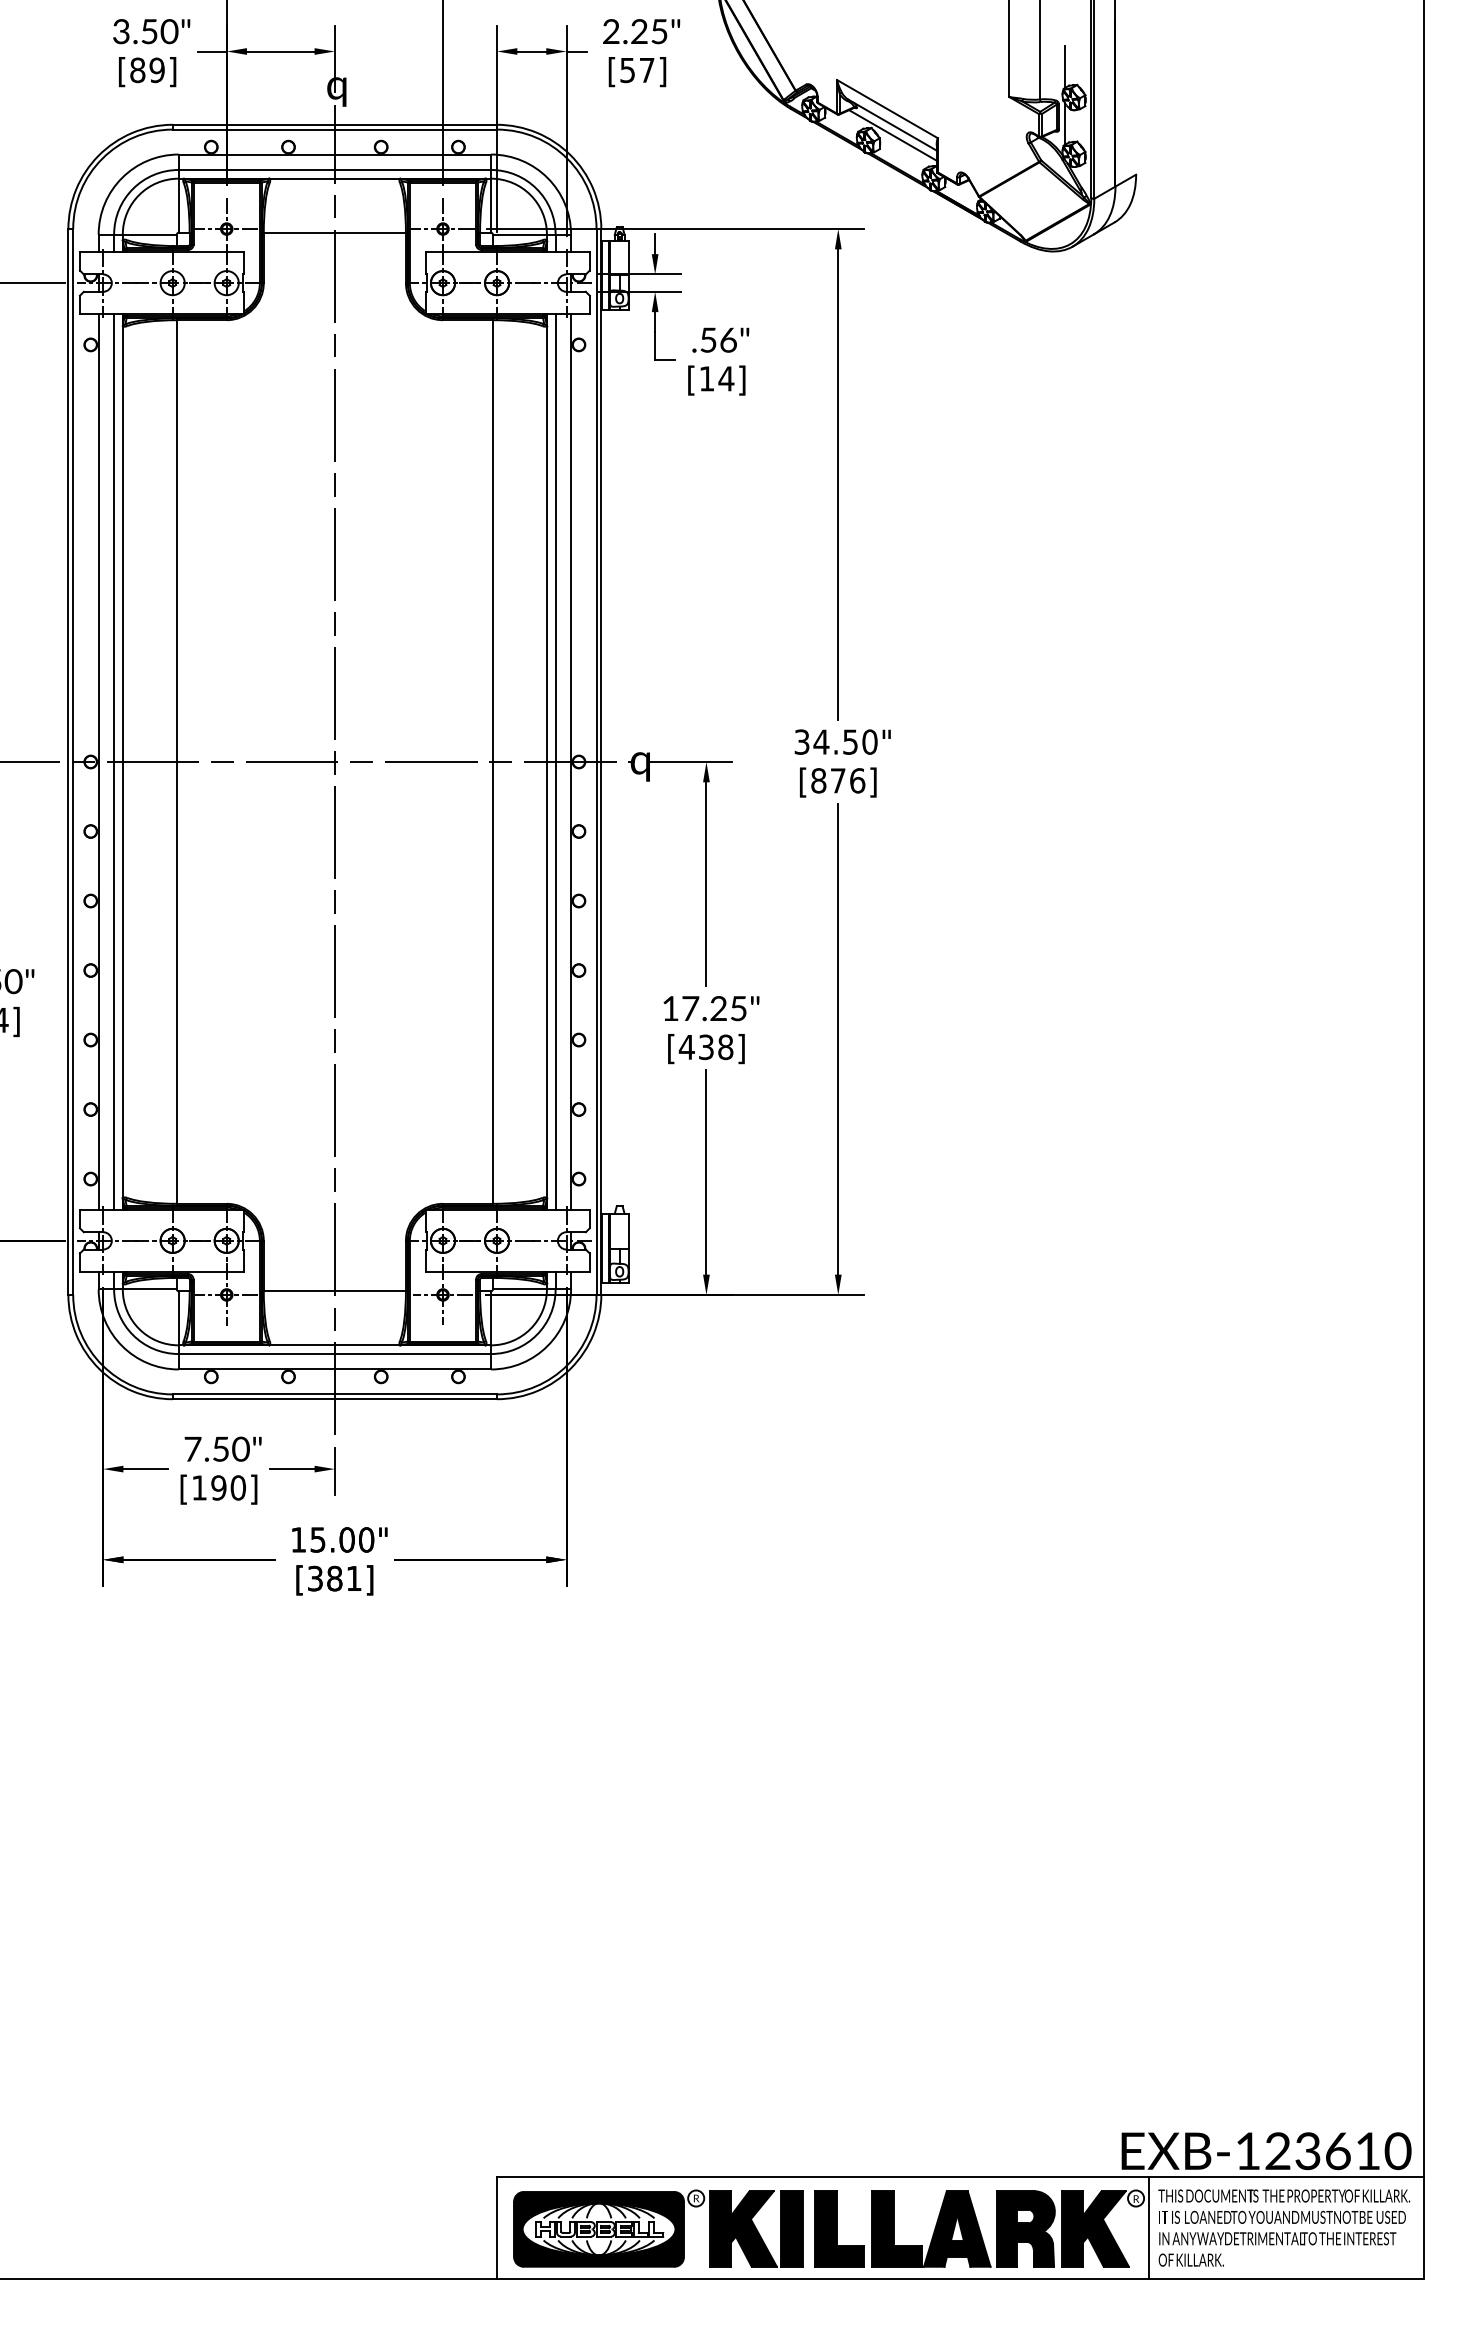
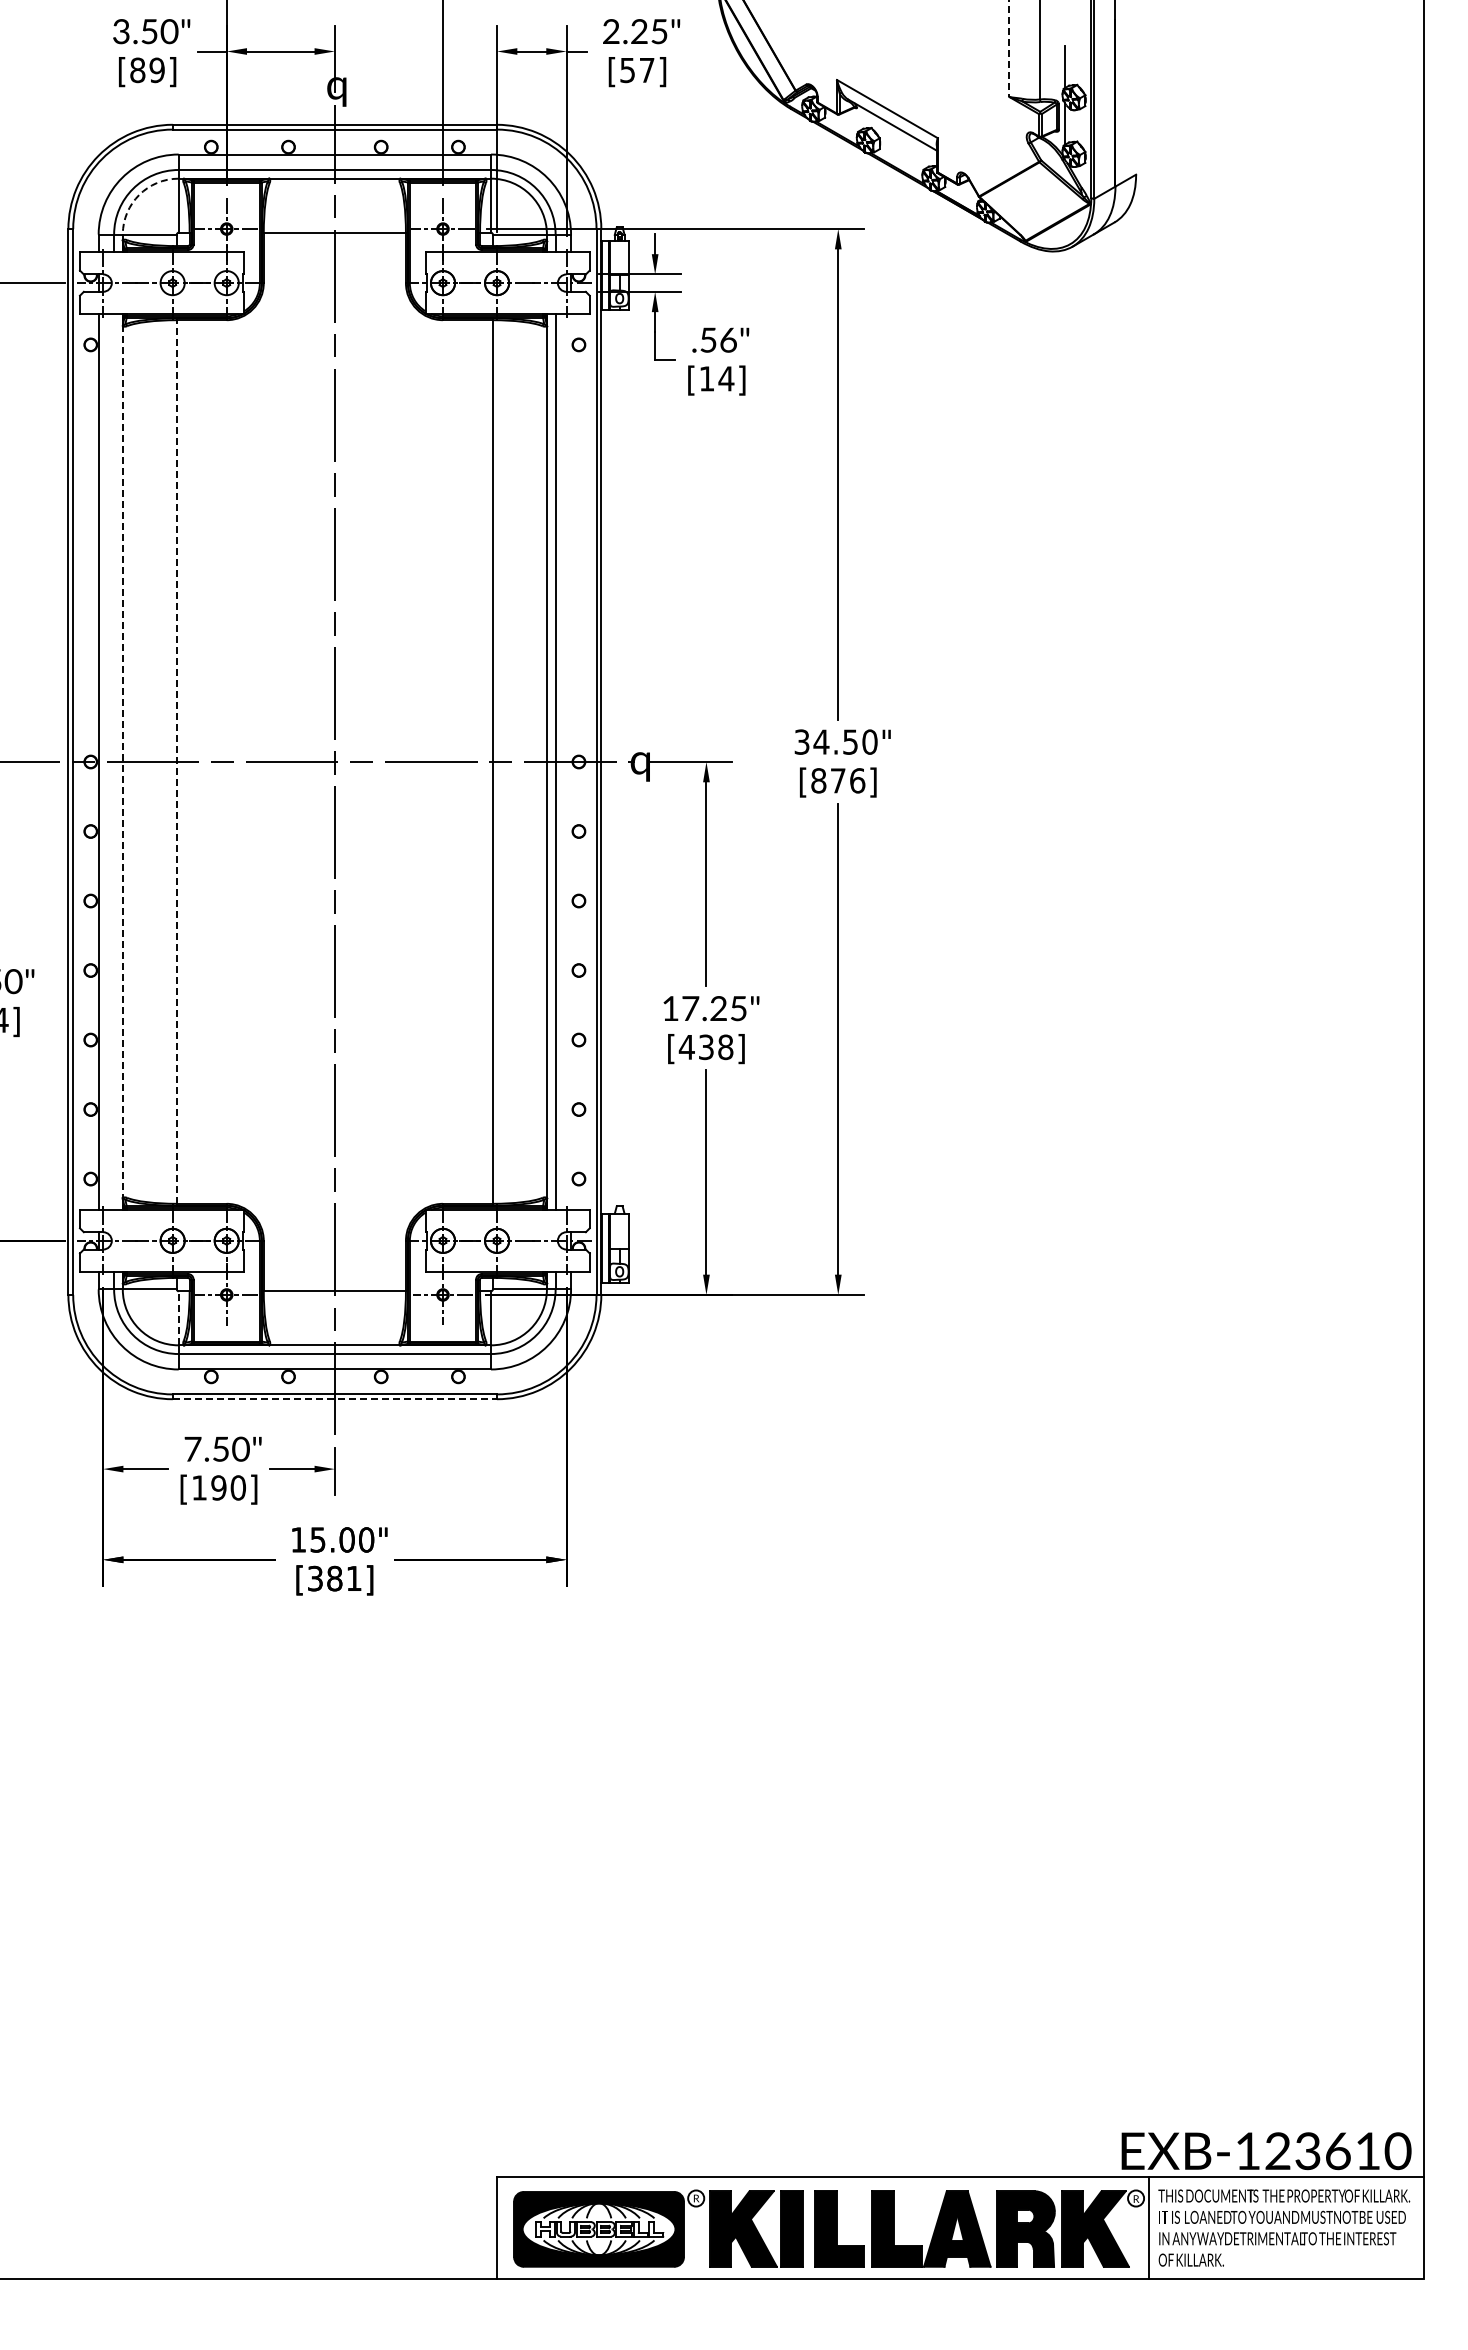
line at (1009, 48): solid -> dashed
line at (893, 135): present -> none
arc at (139, 195): solid -> dashed
line at (114, 761): present -> none
line at (571, 761): present -> none
line at (122, 762): solid -> dashed
line at (176, 762): solid -> dashed
line at (178, 1317): solid -> dashed
line at (335, 1399): solid -> dashed
